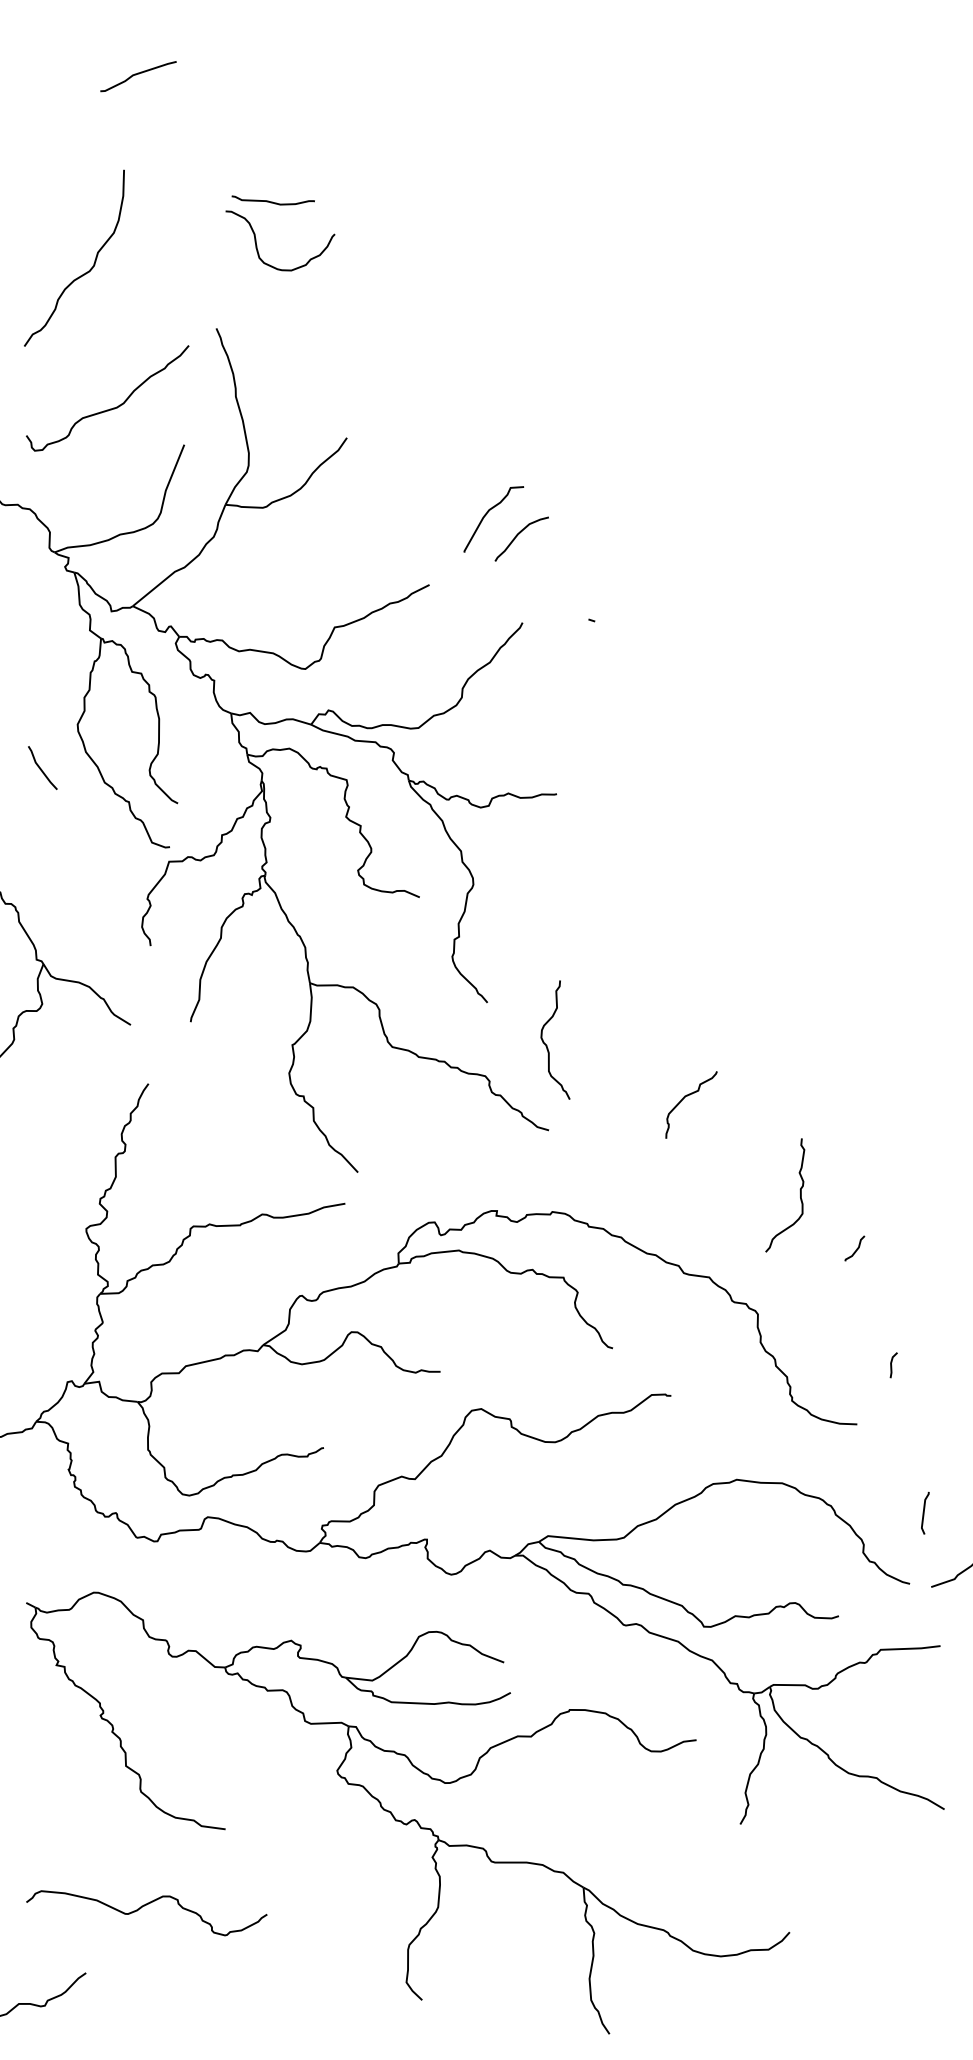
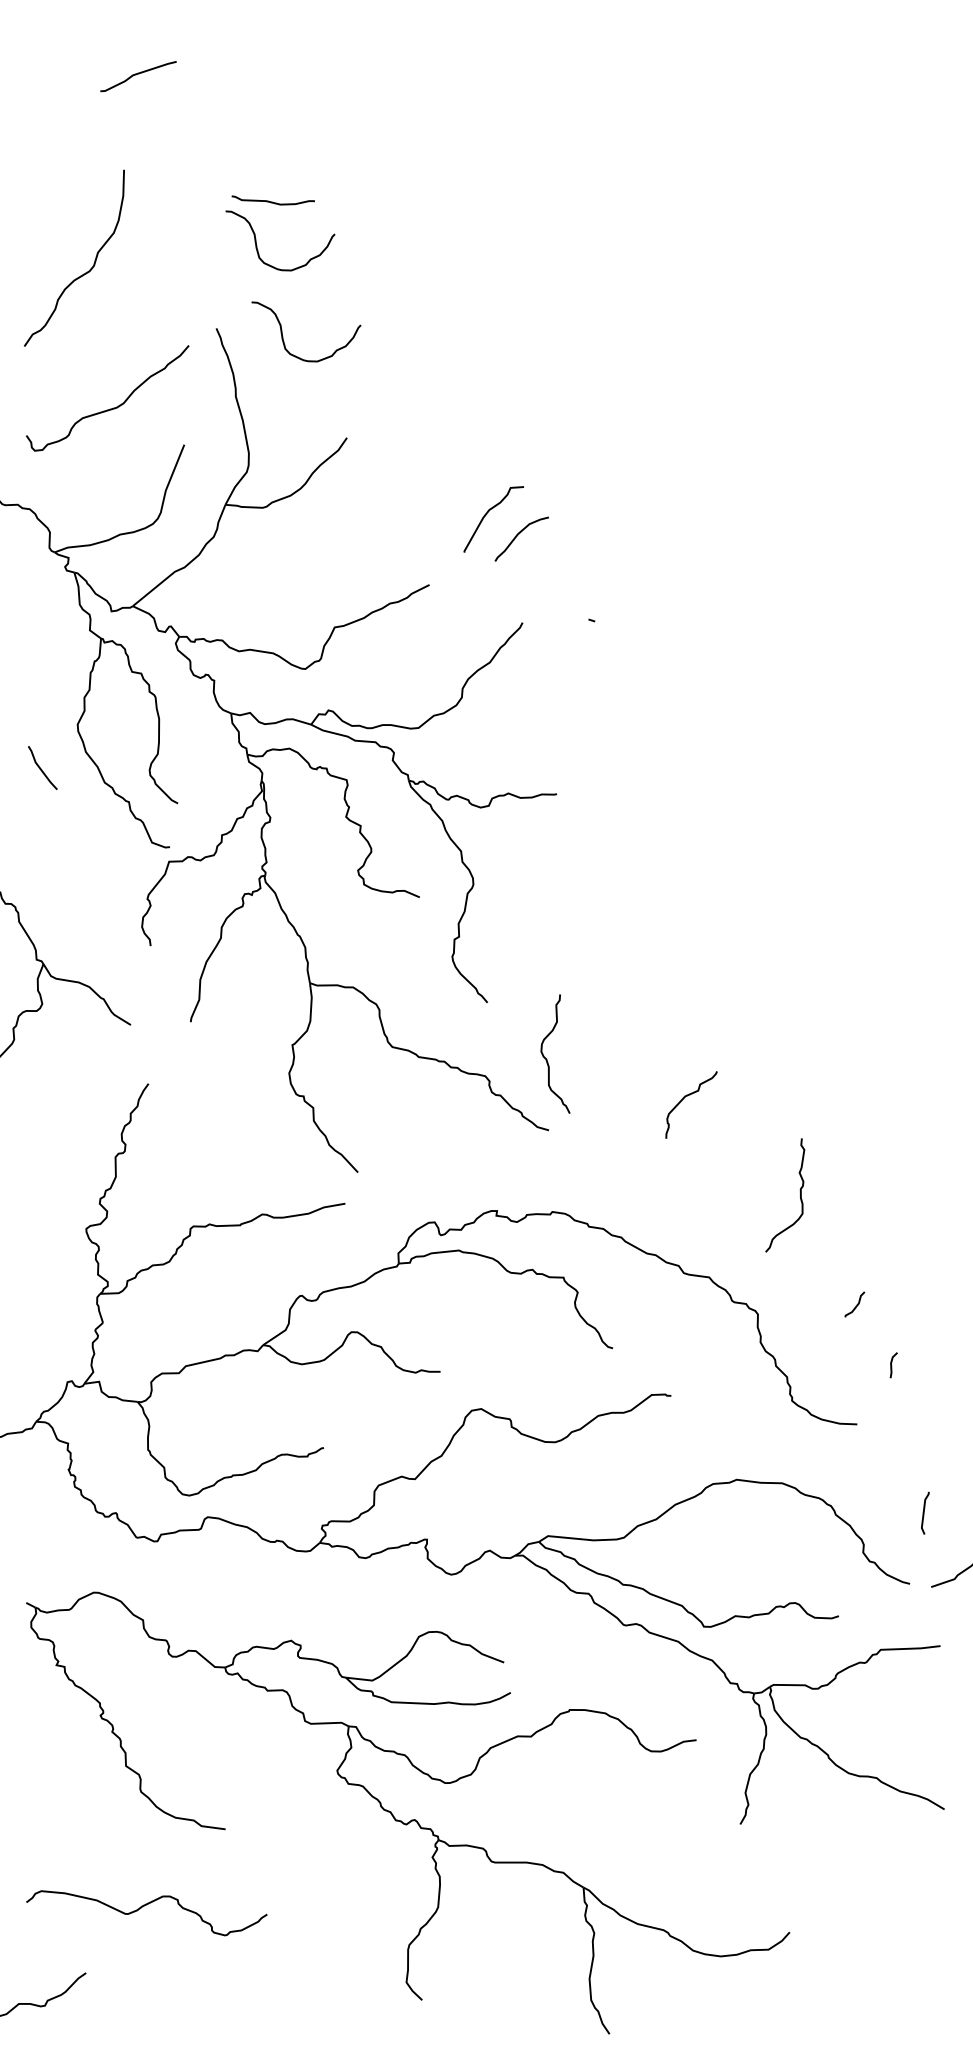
curve at (283, 336): none -> present
curve at (547, 1045) position: (547, 1045) -> (547, 1059)
curve at (856, 1248) position: (856, 1248) -> (856, 1304)
